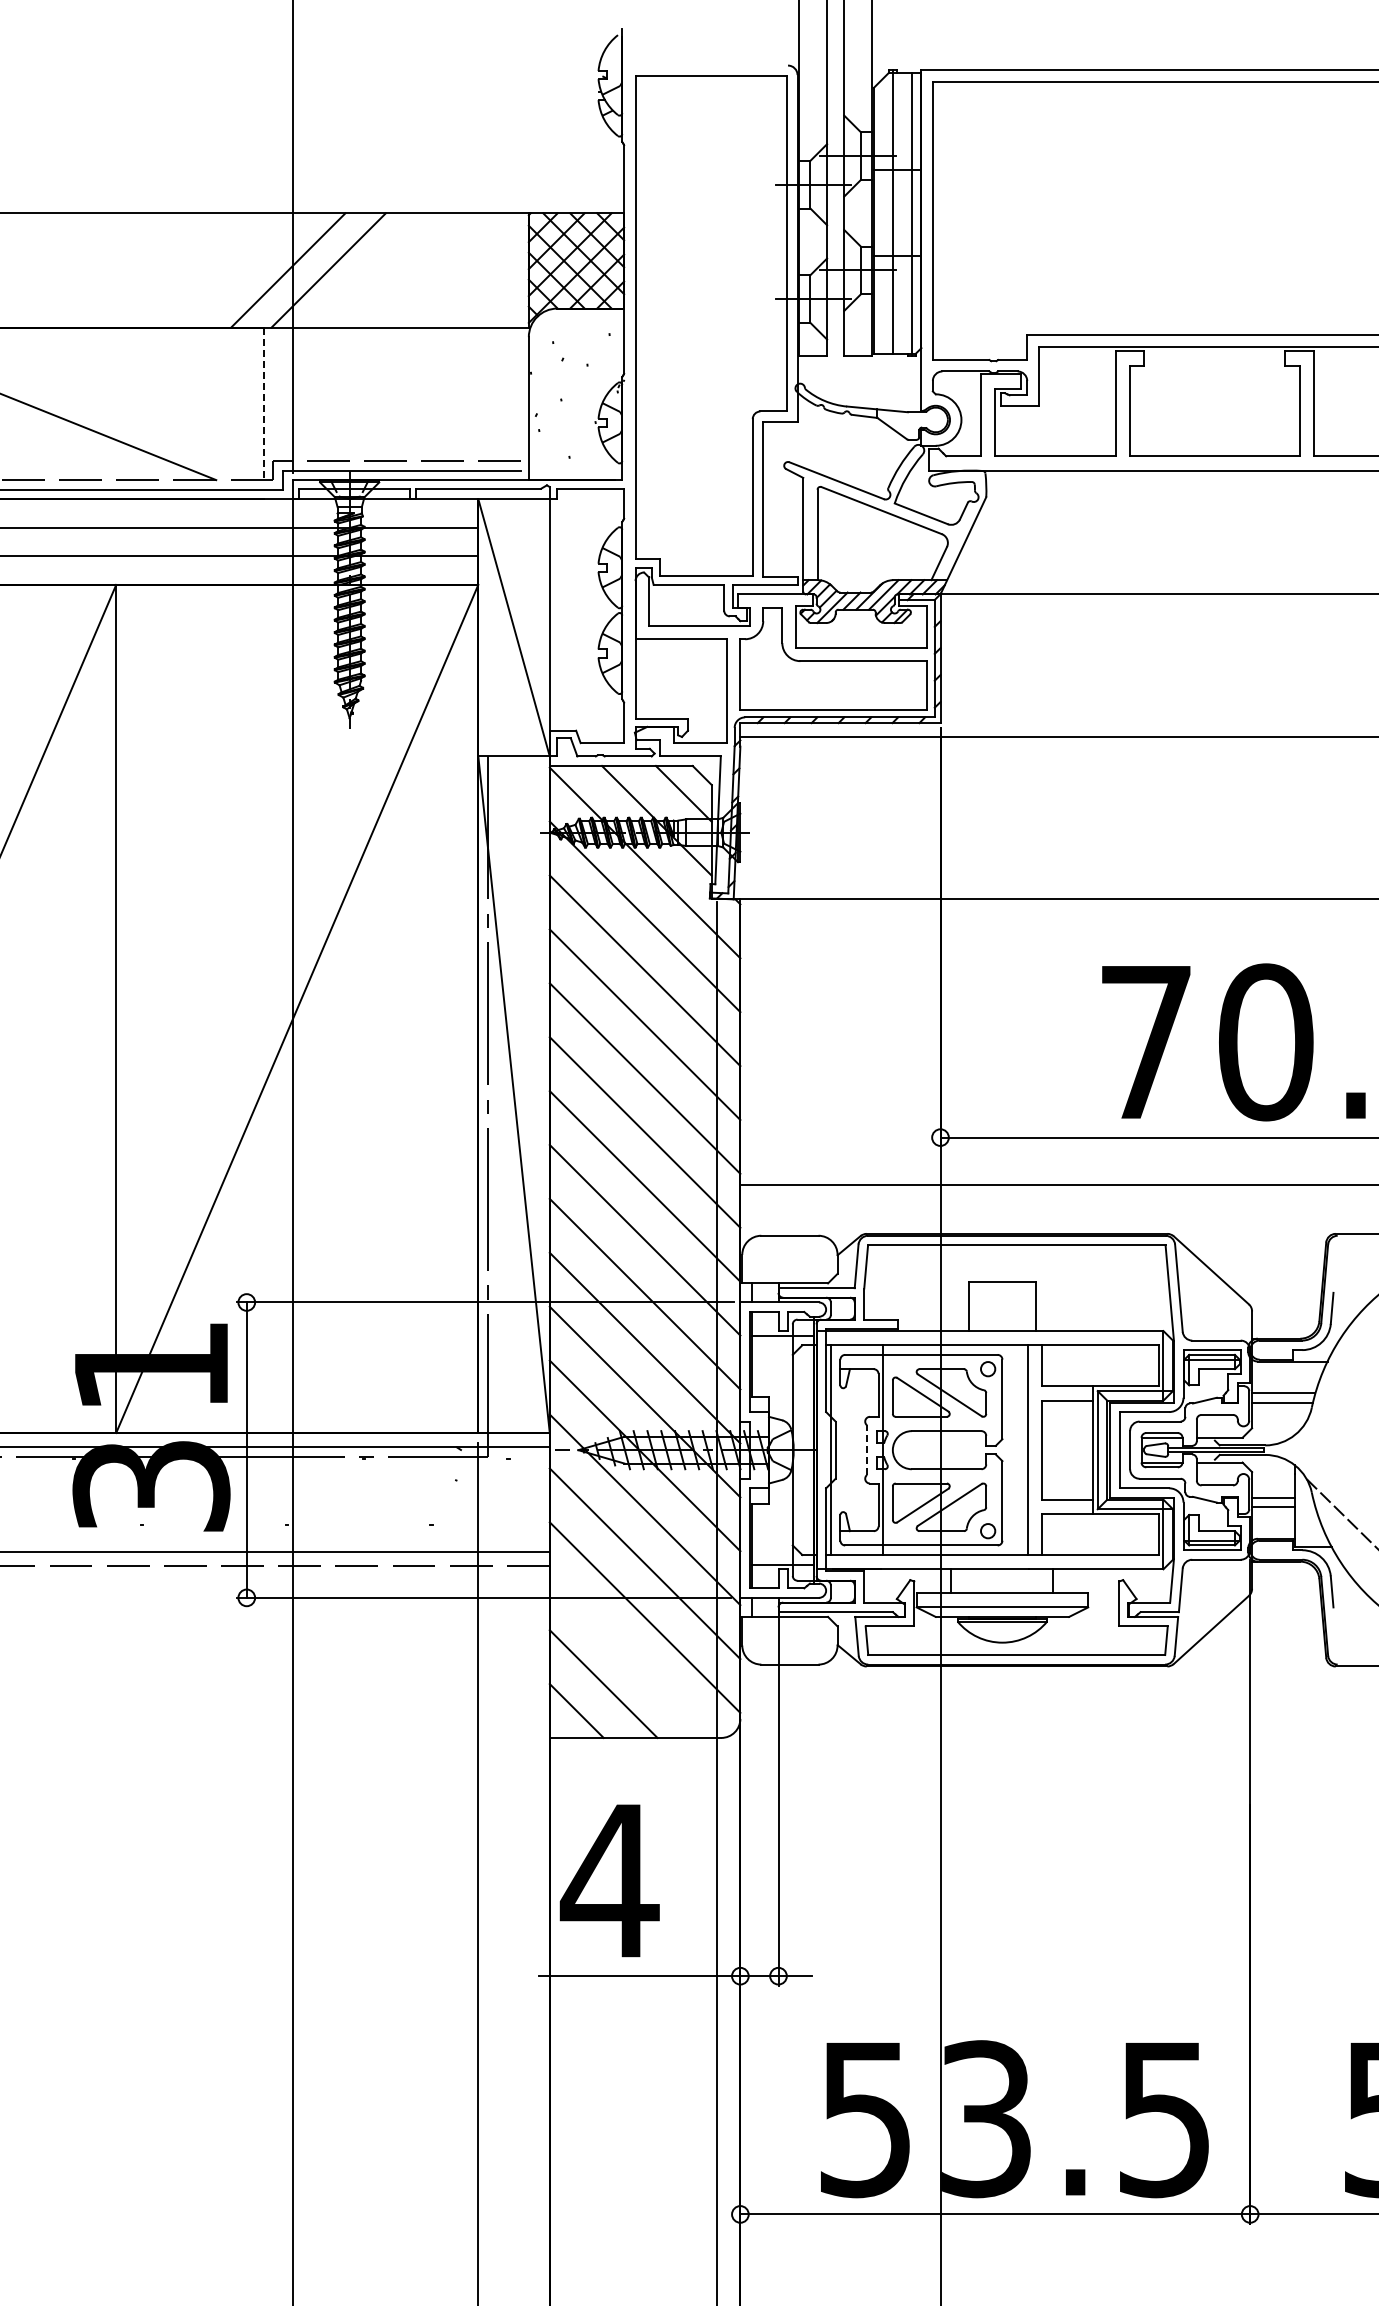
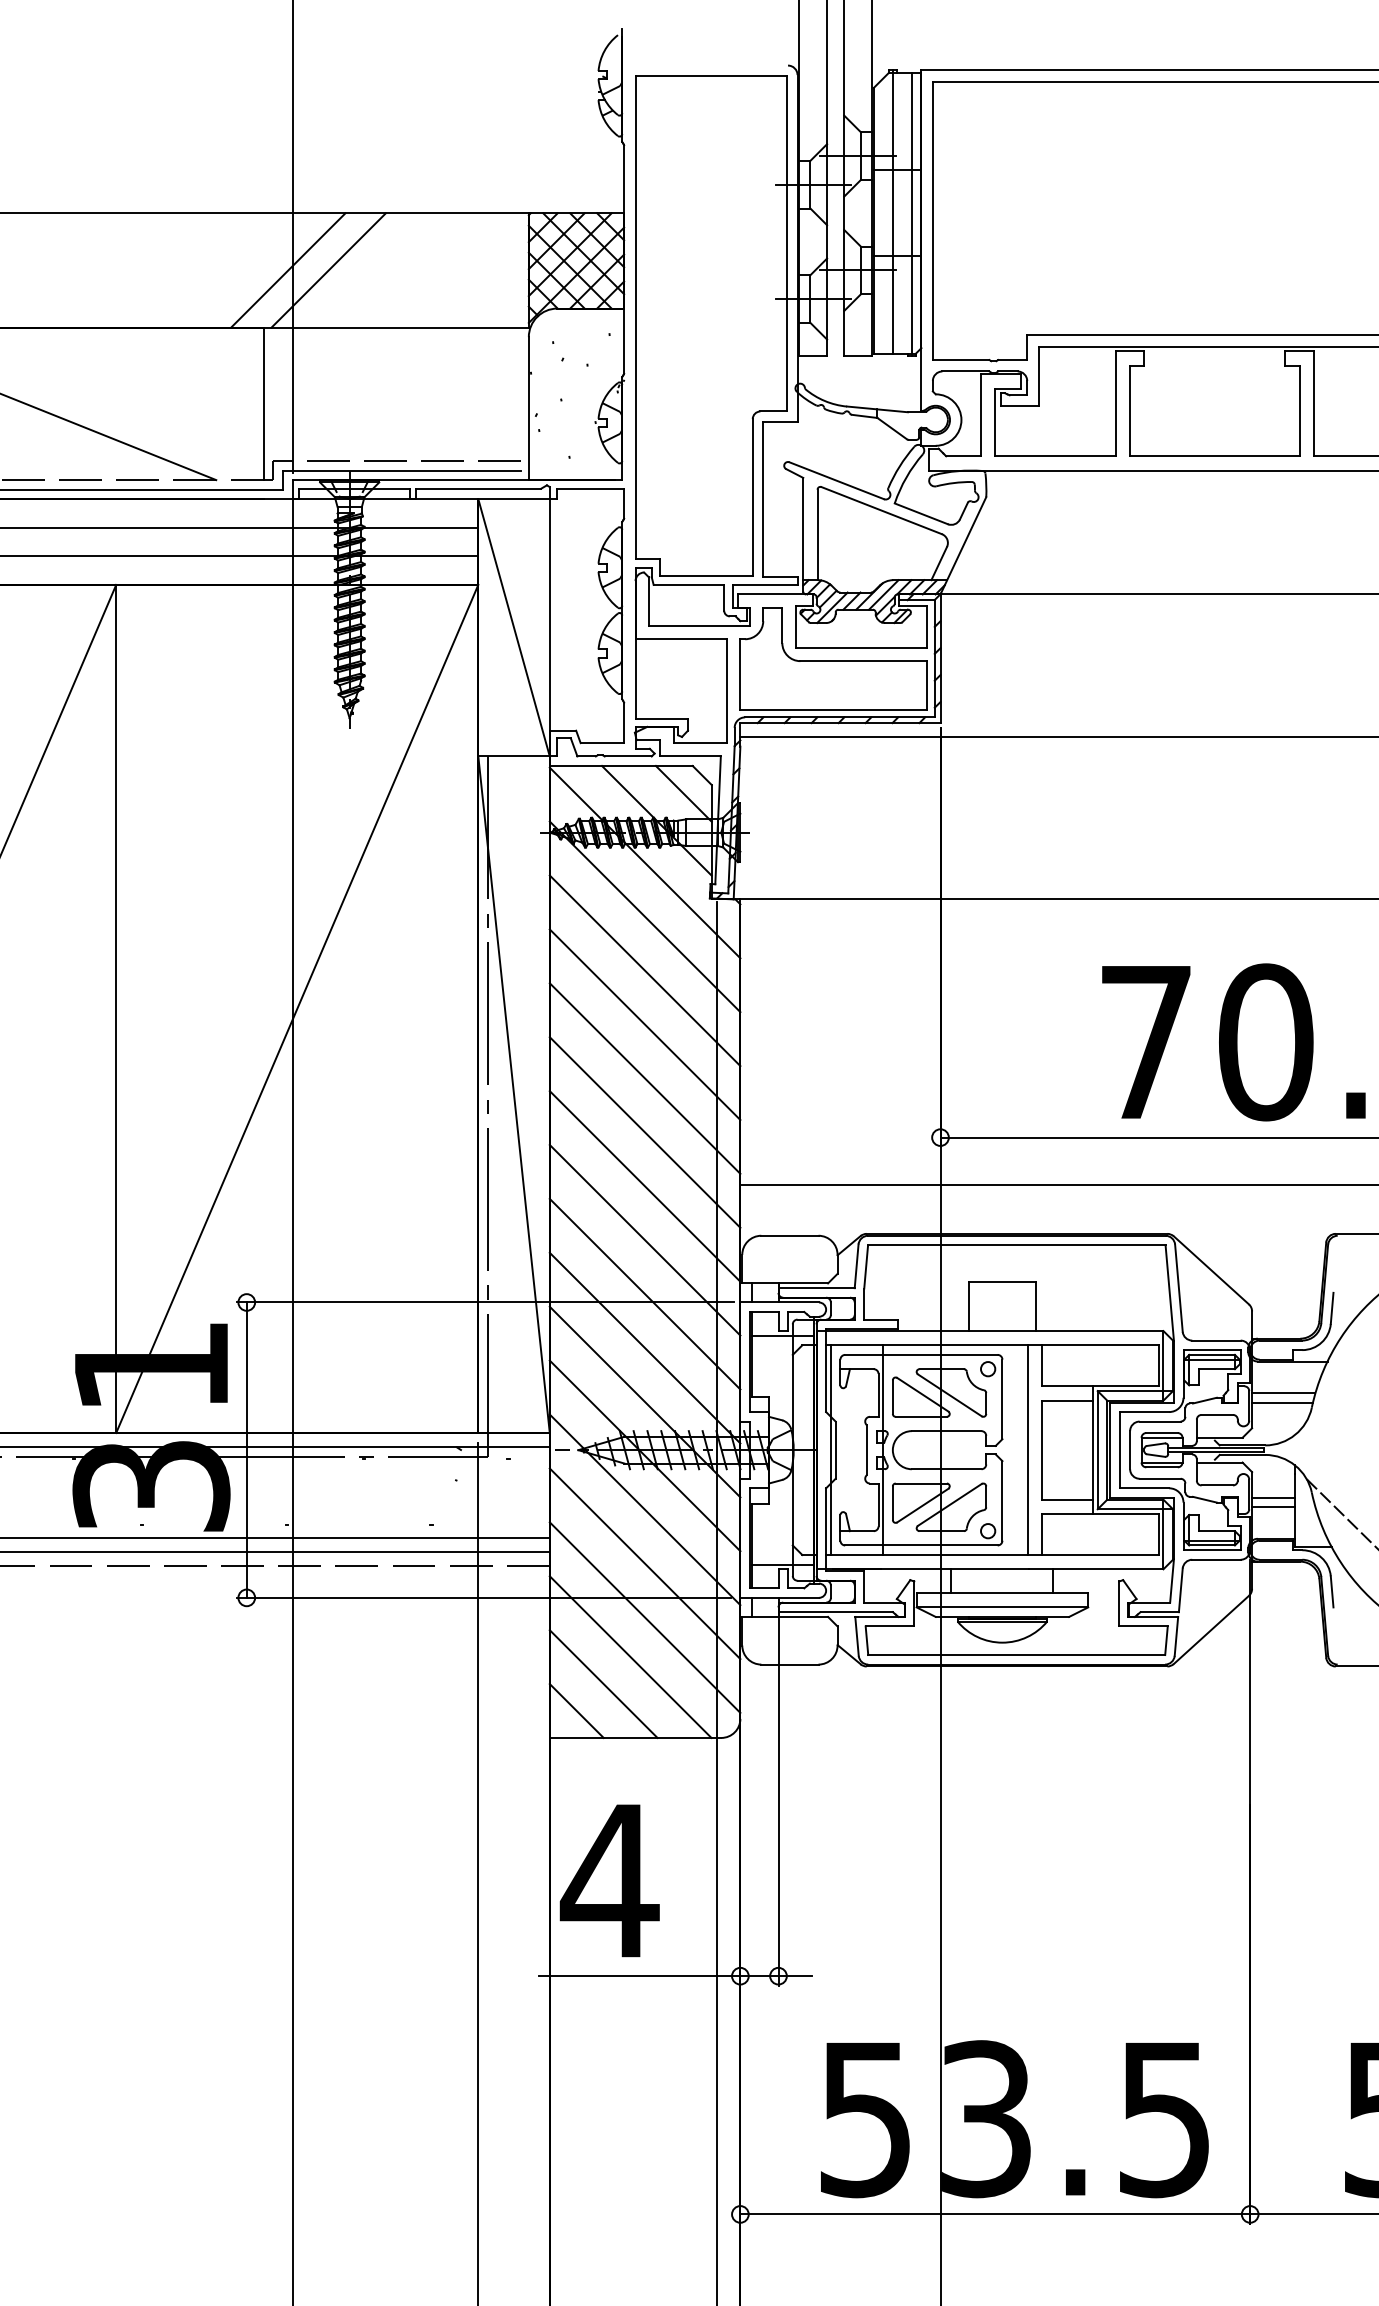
line at (263, 404): dashed -> solid
line at (867, 1450): dashed -> solid
line at (275, 1537): none -> present
line at (630, 1656): none -> present
